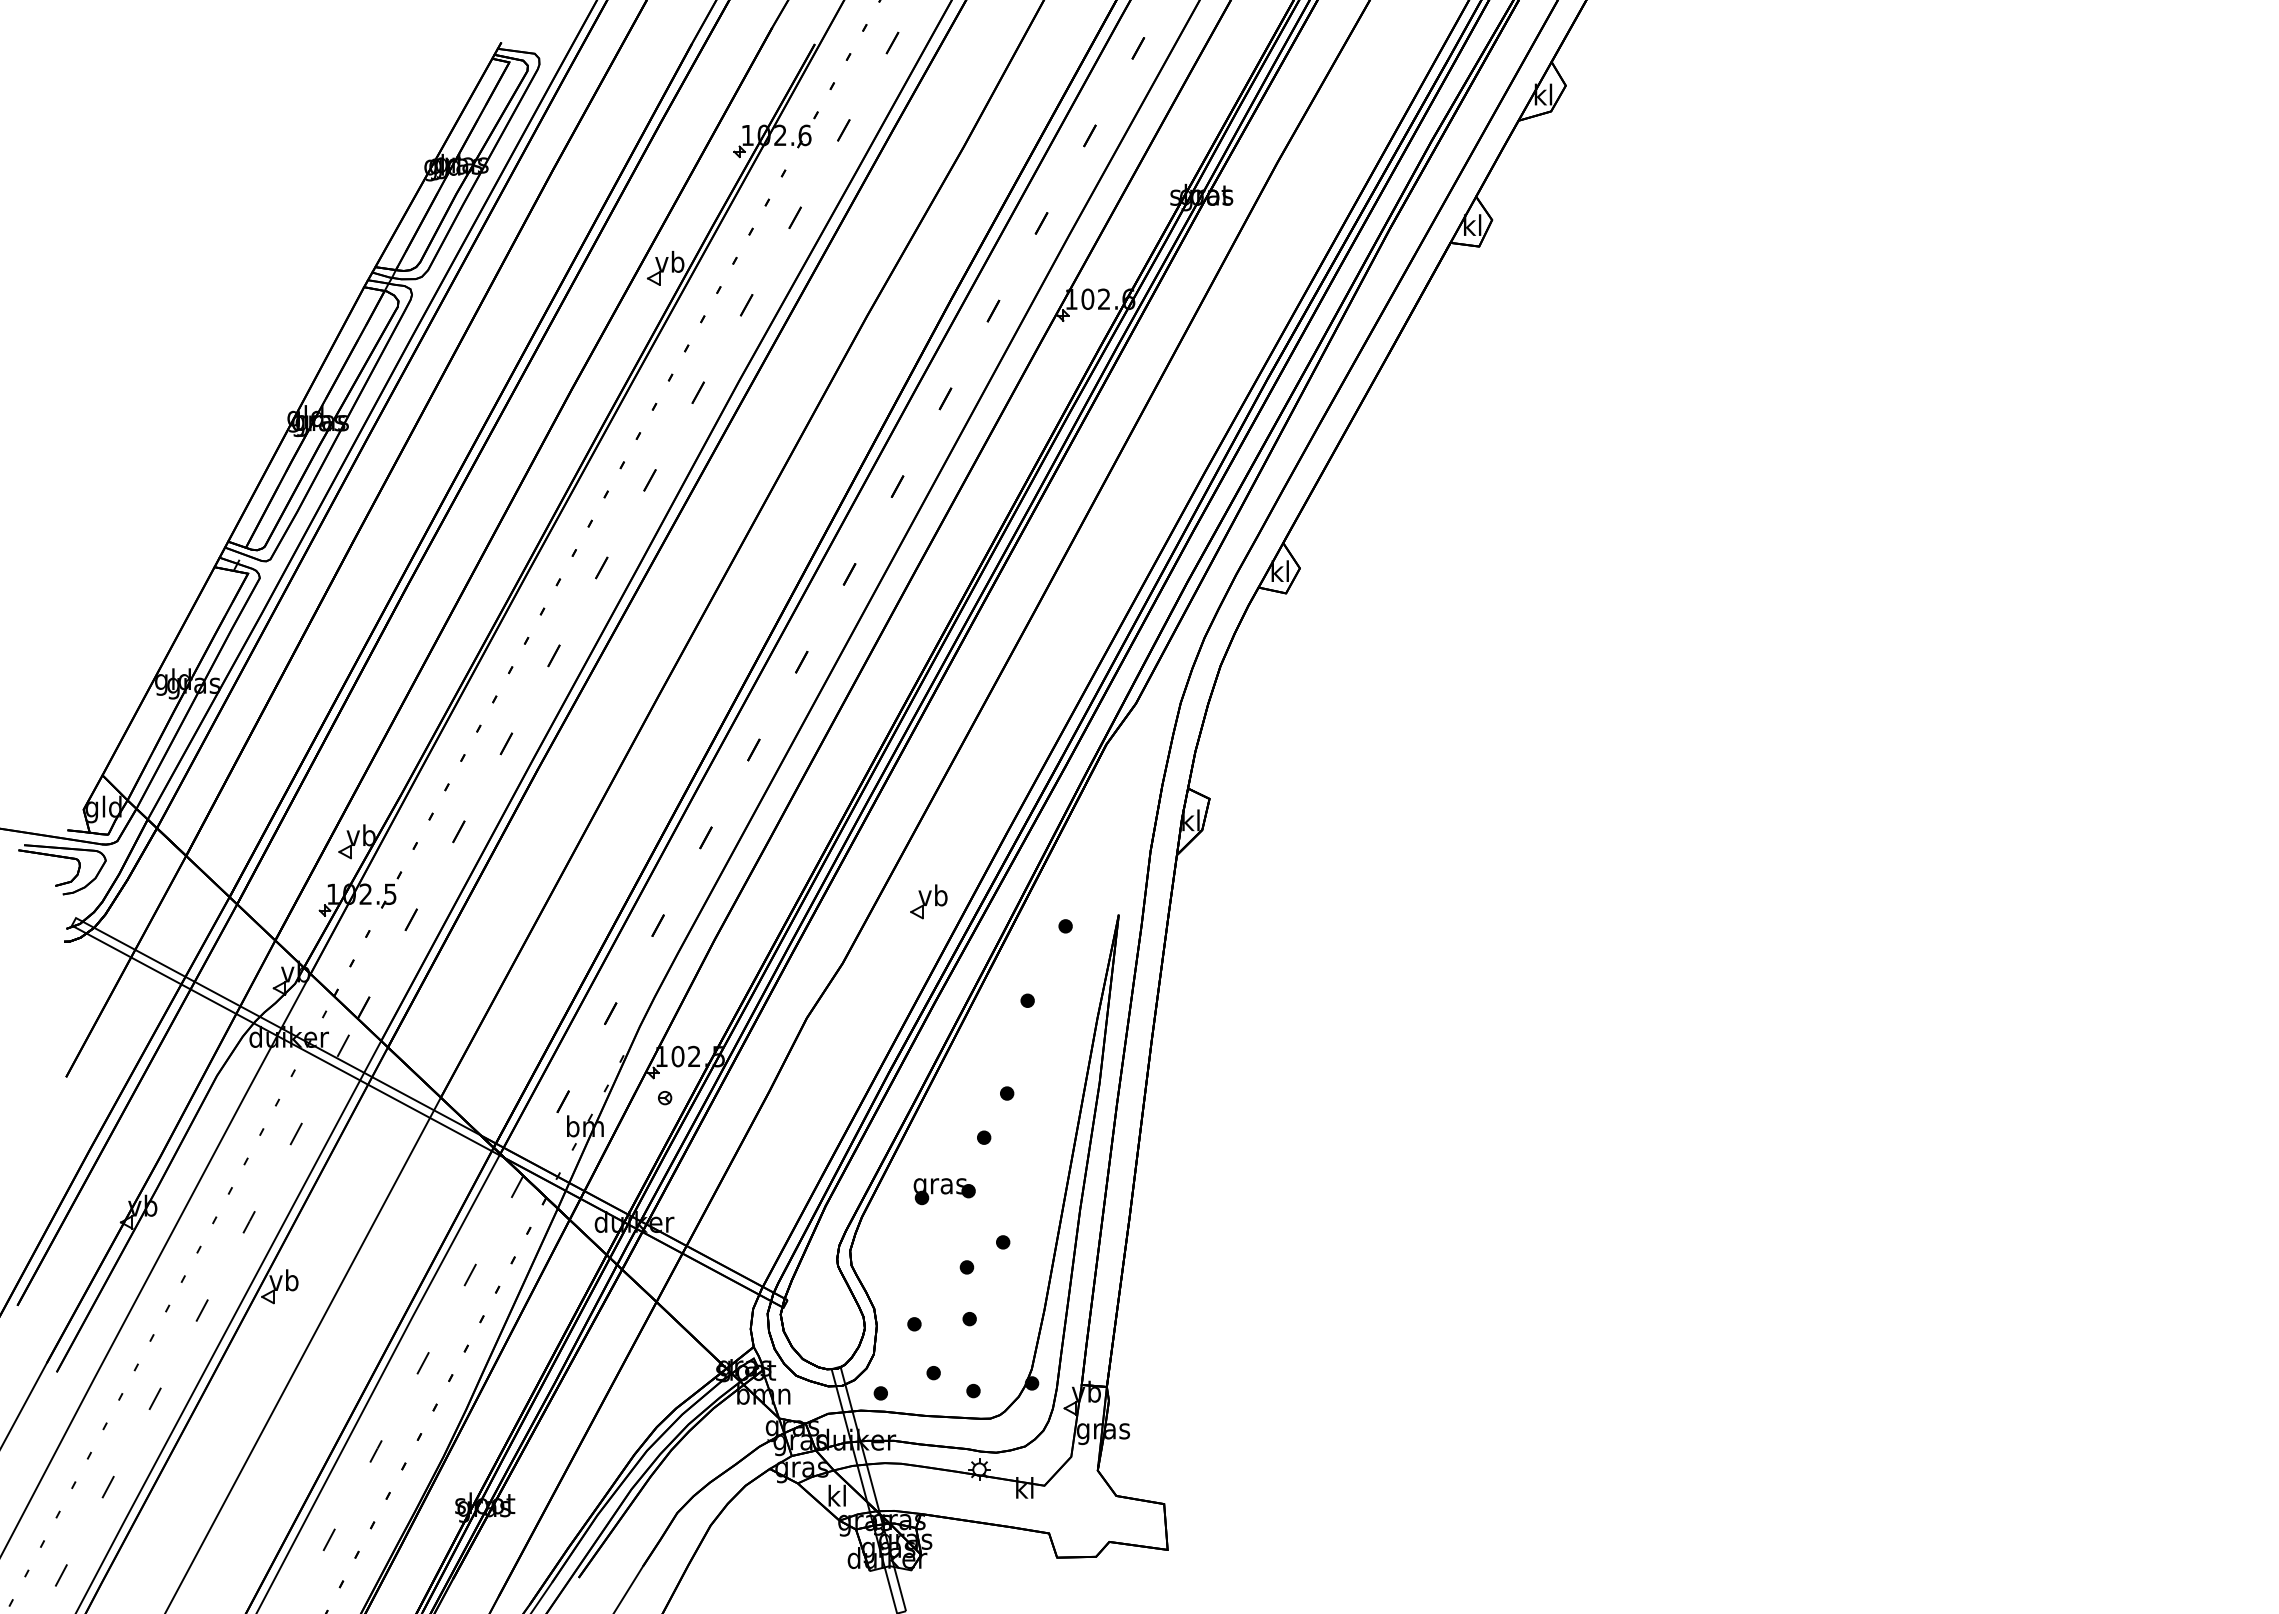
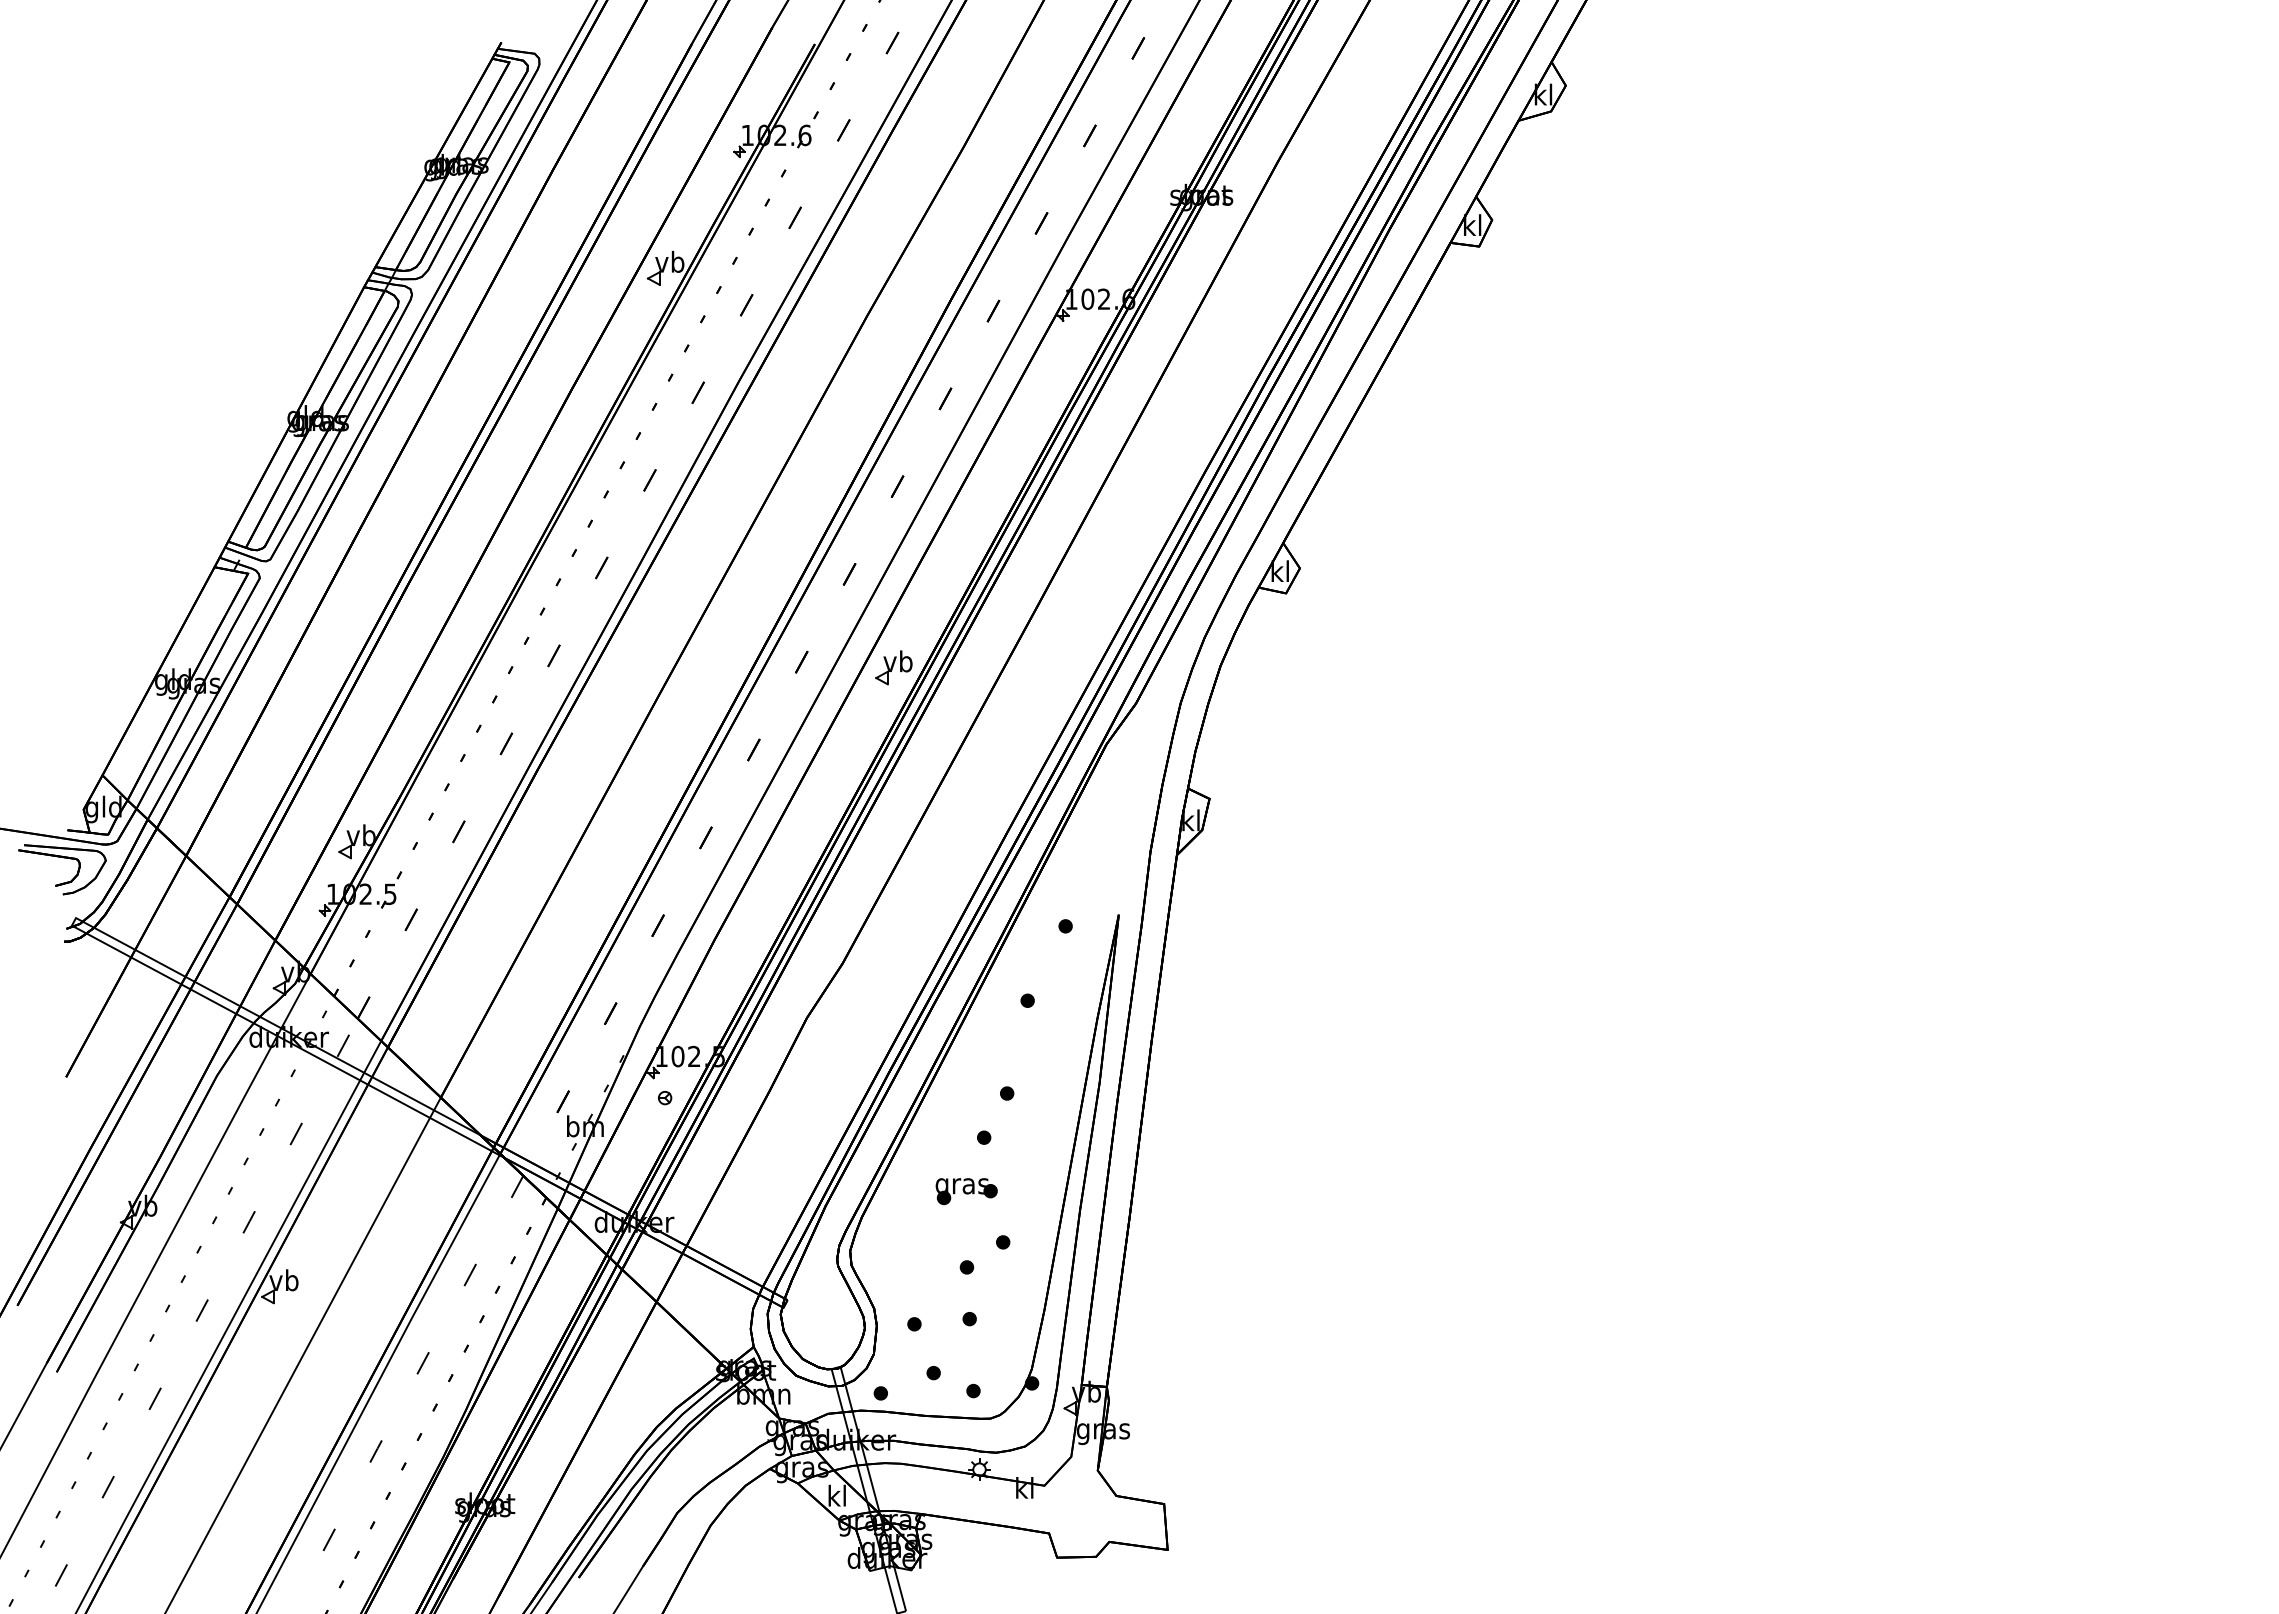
part at (928, 901) position: (928, 901) -> (893, 667)
part at (944, 1191) position: (944, 1191) -> (966, 1191)
